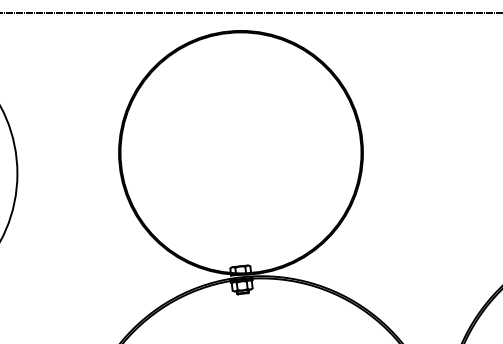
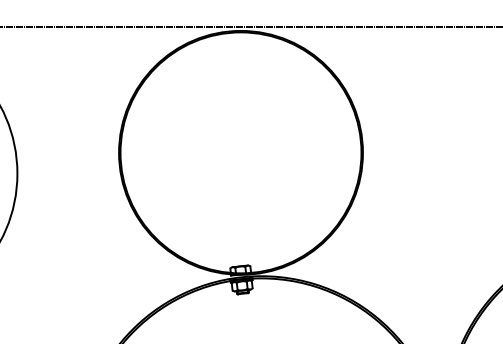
line at (250, 13) position: (250, 13) -> (250, 27)
